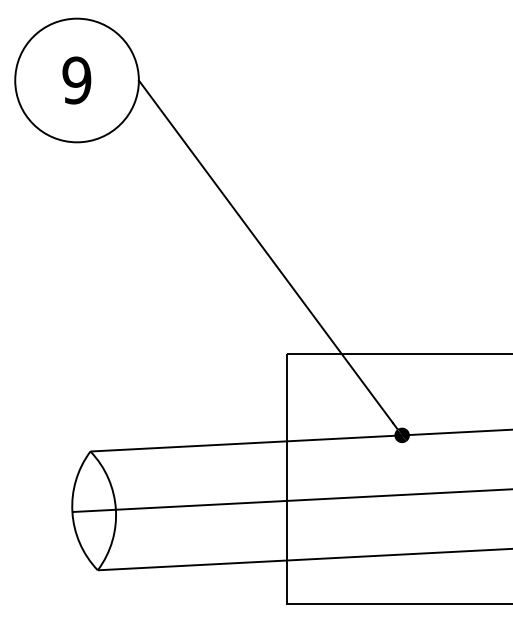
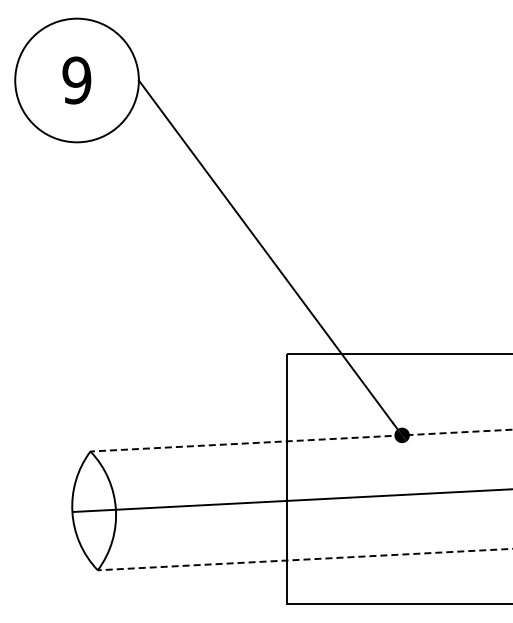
line at (300, 440): solid -> dashed
line at (304, 559): solid -> dashed
